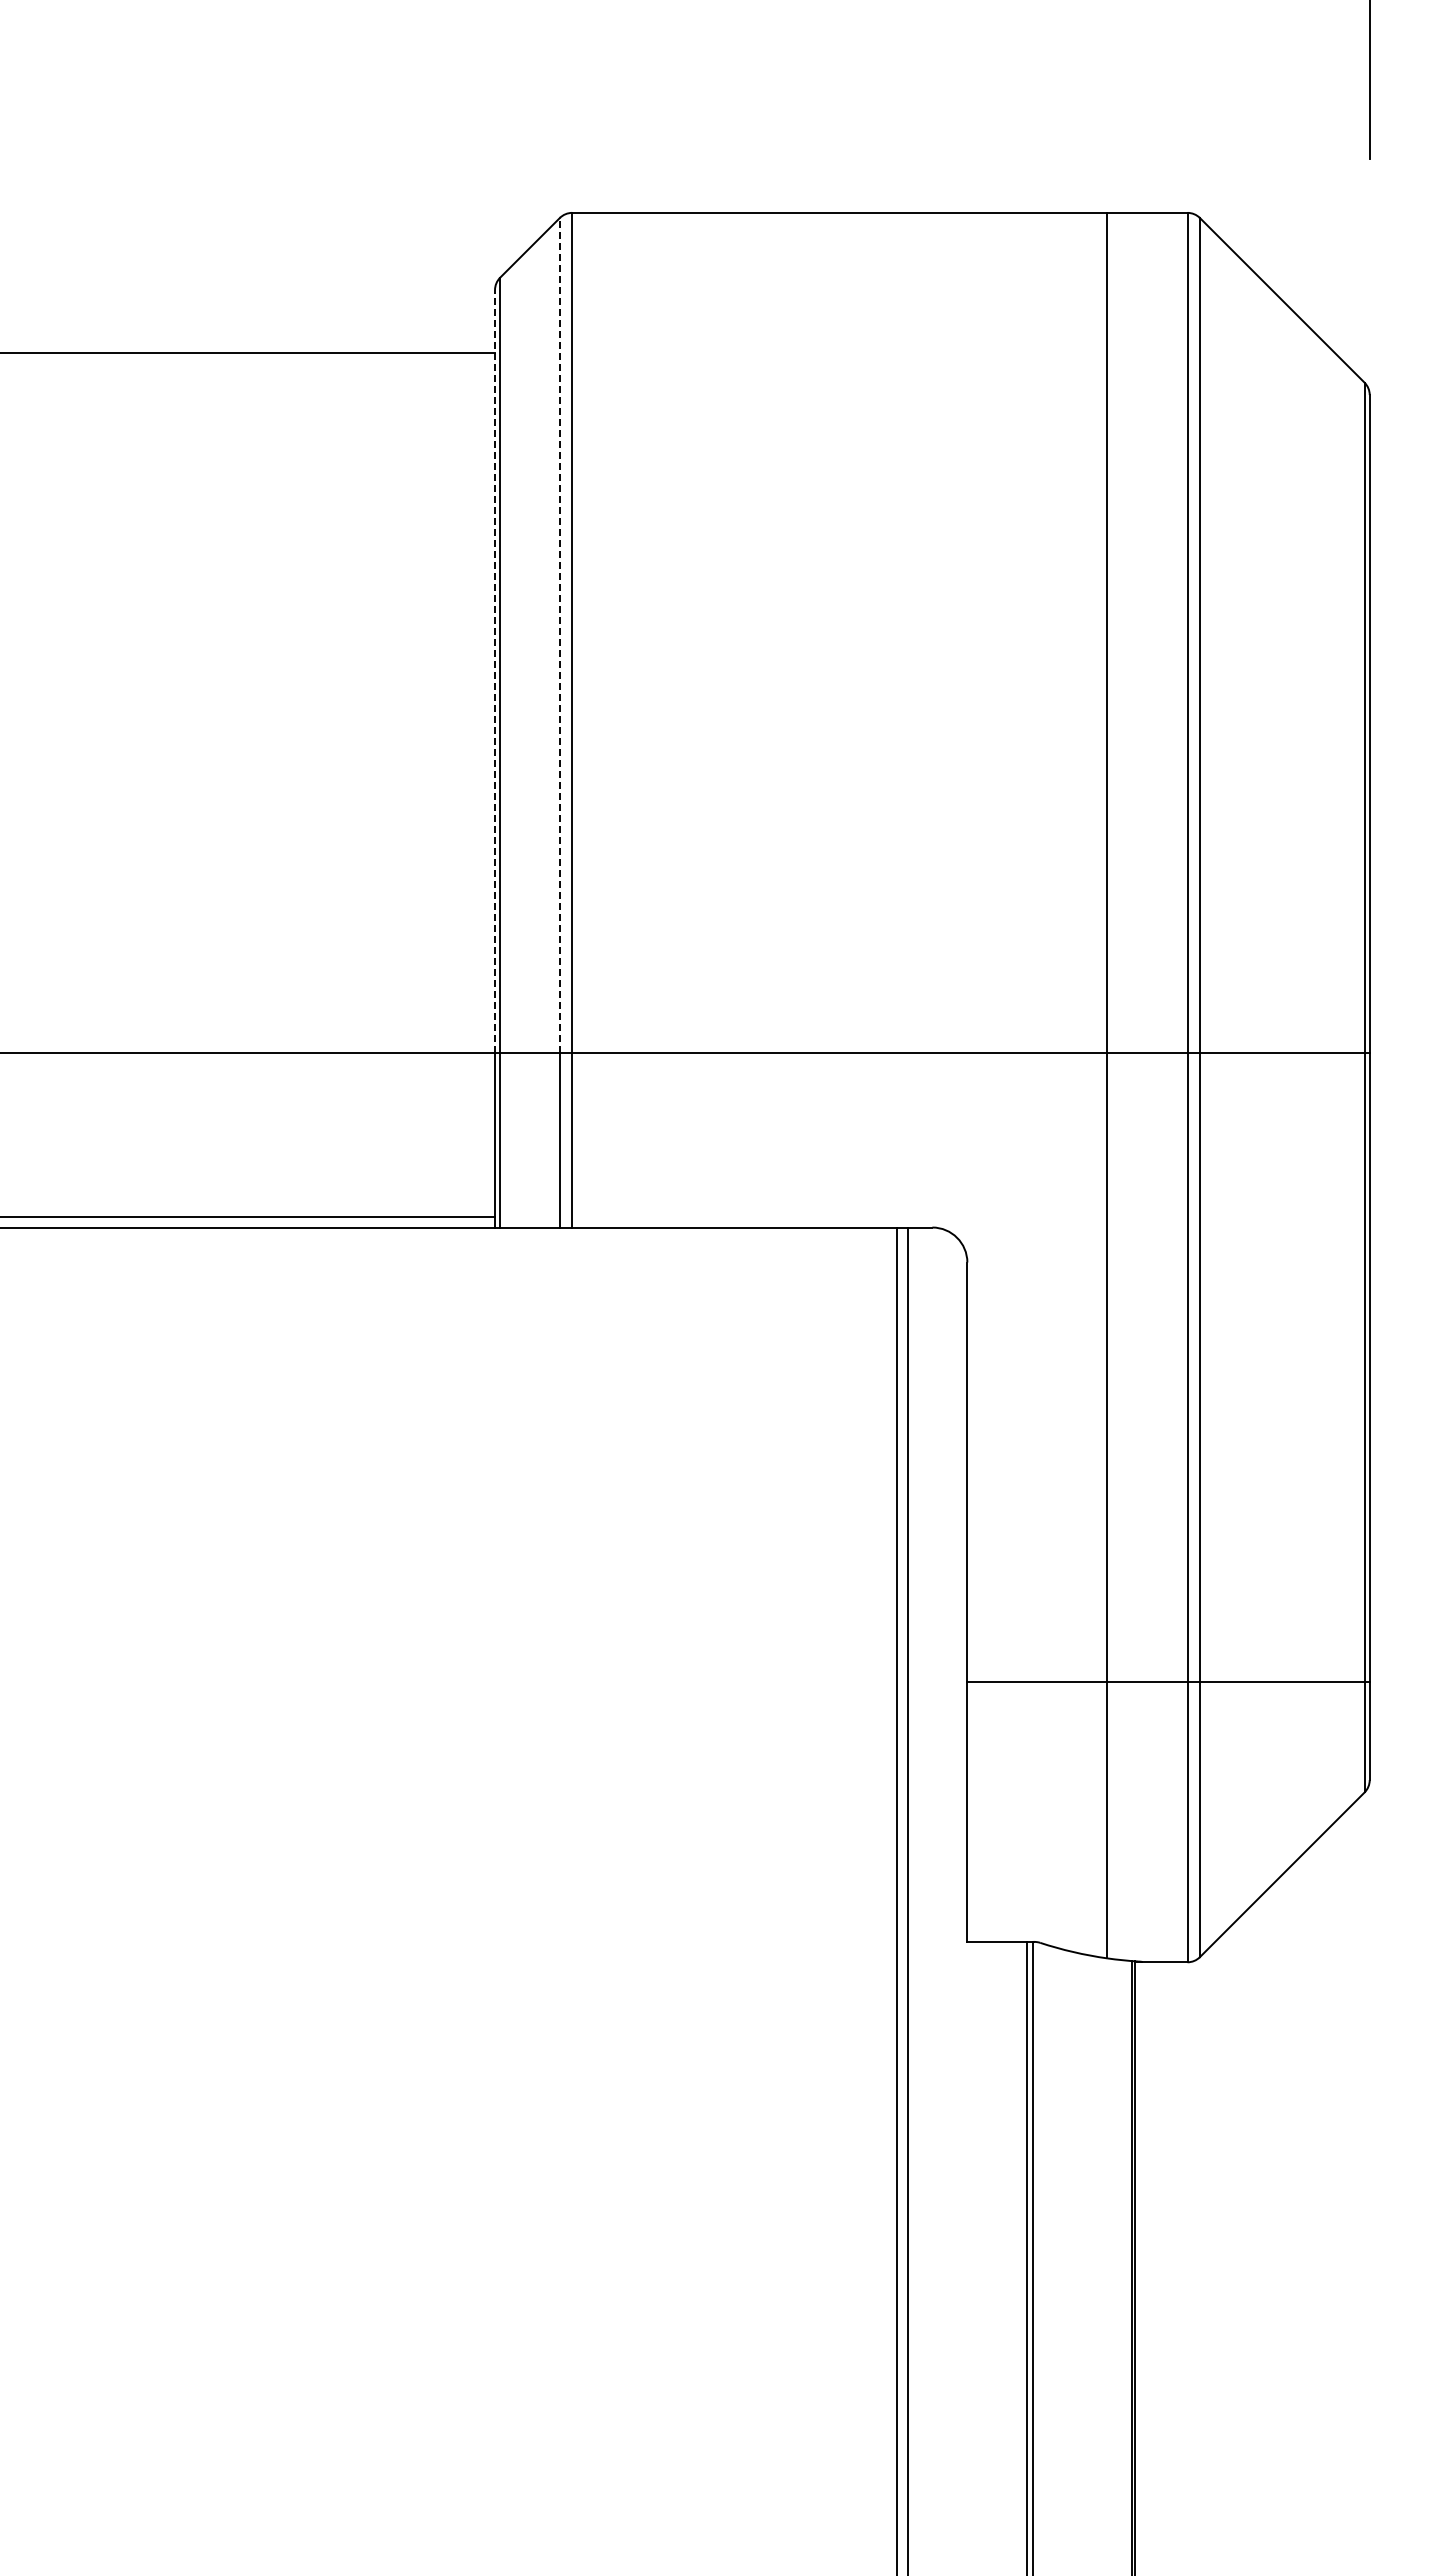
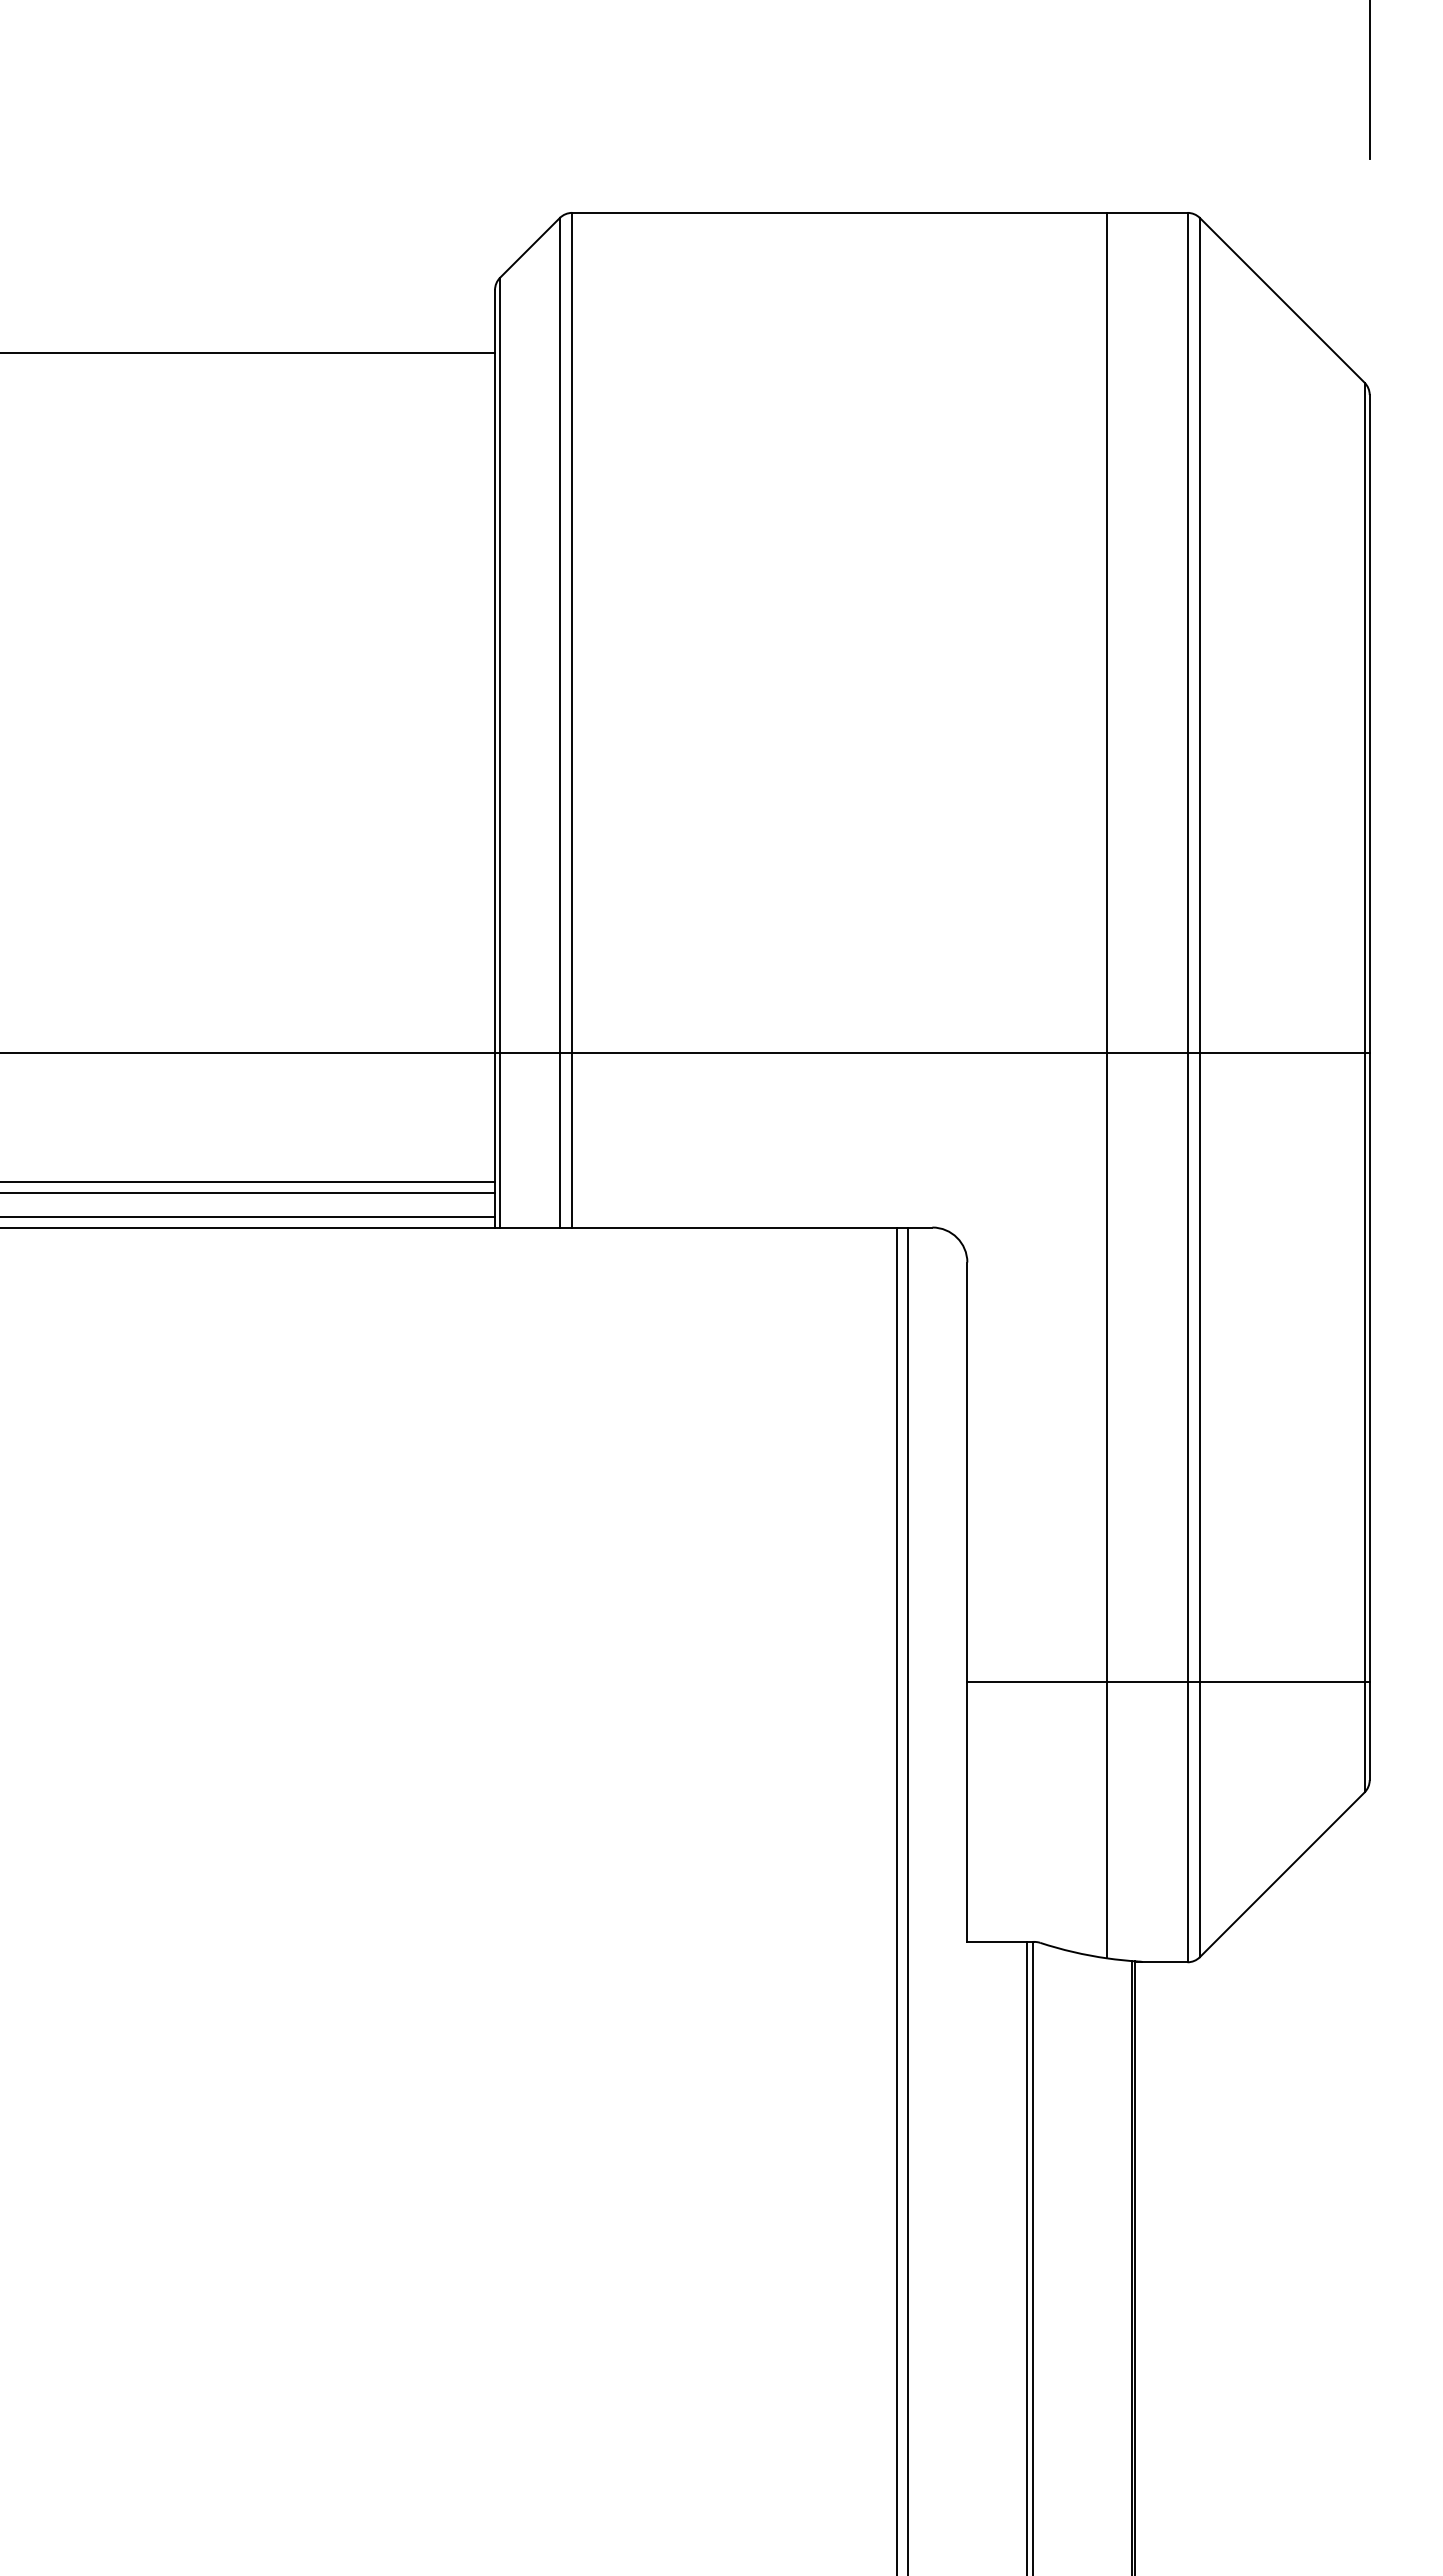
line at (559, 634): dashed -> solid
line at (495, 670): dashed -> solid
line at (248, 1182): none -> present
line at (248, 1192): none -> present
